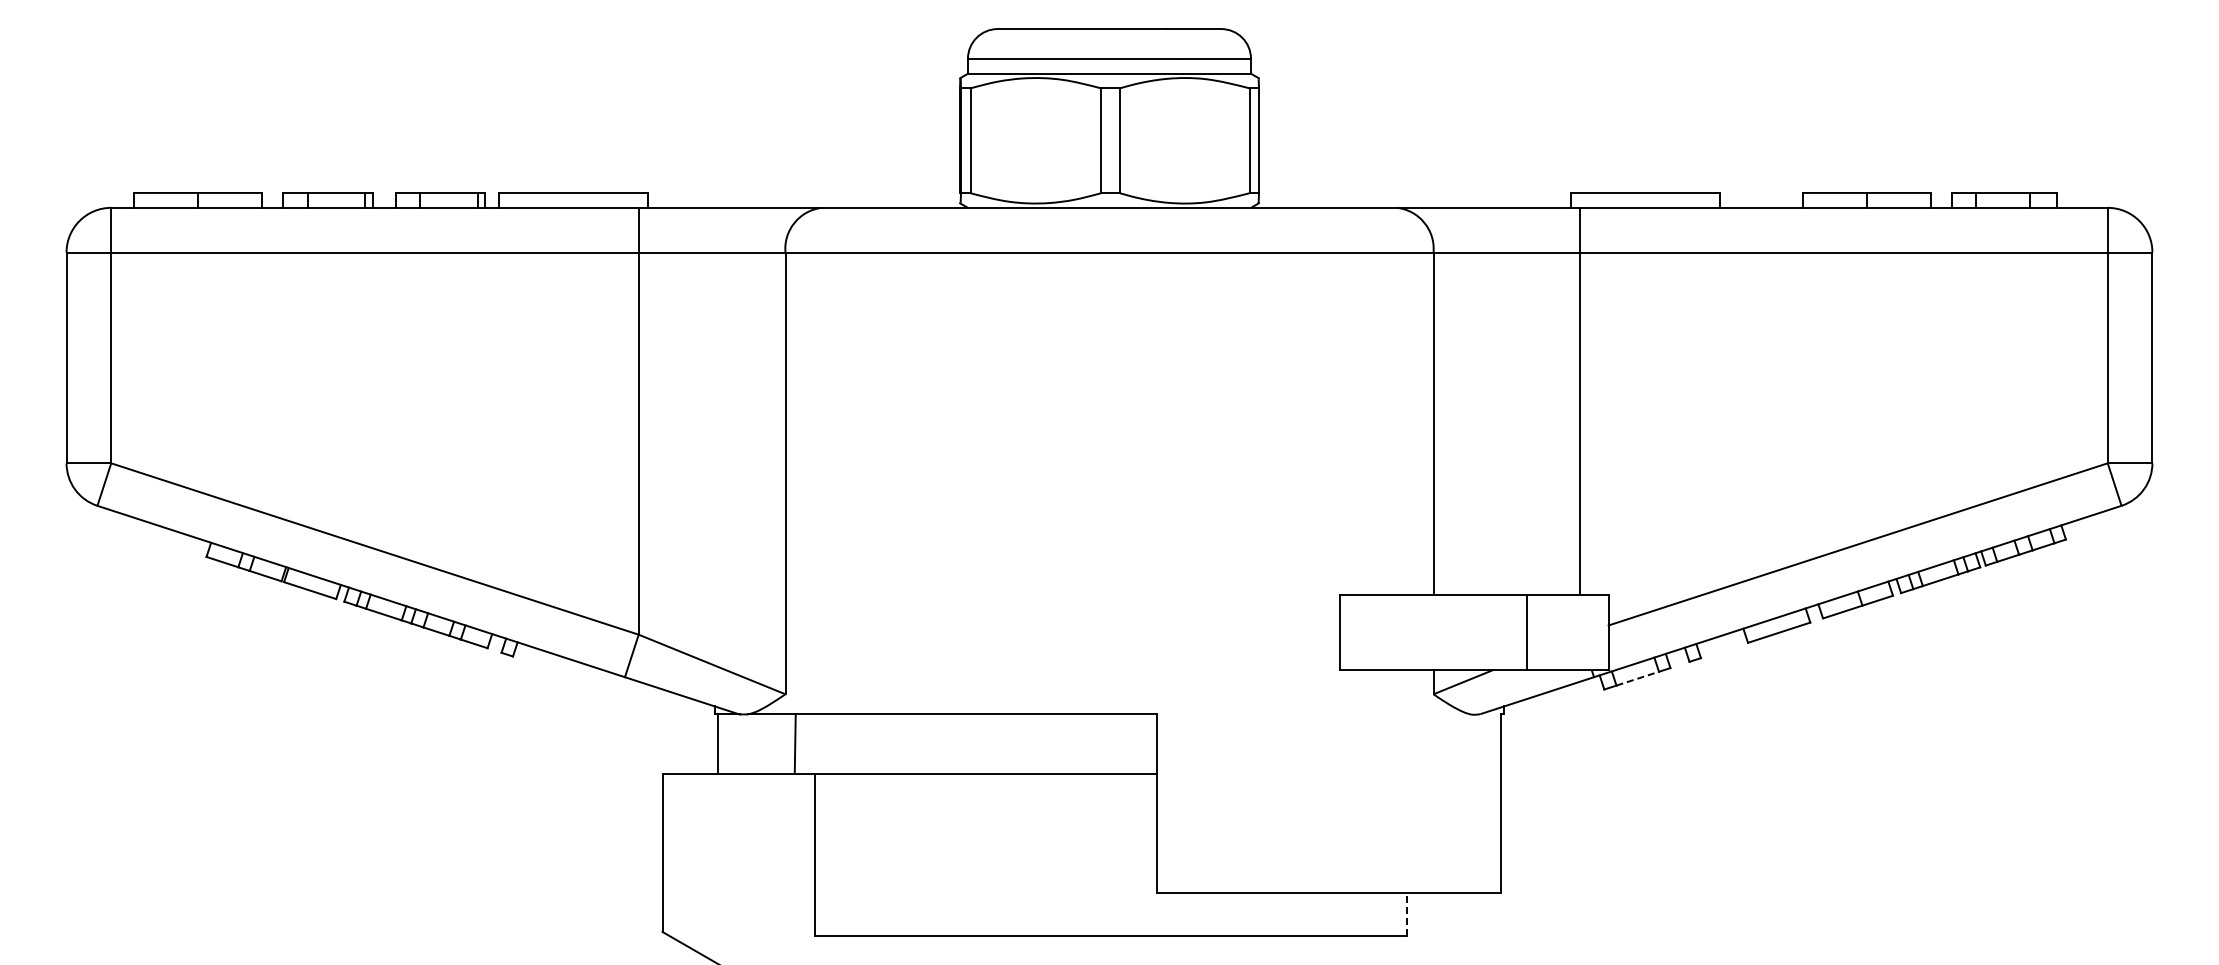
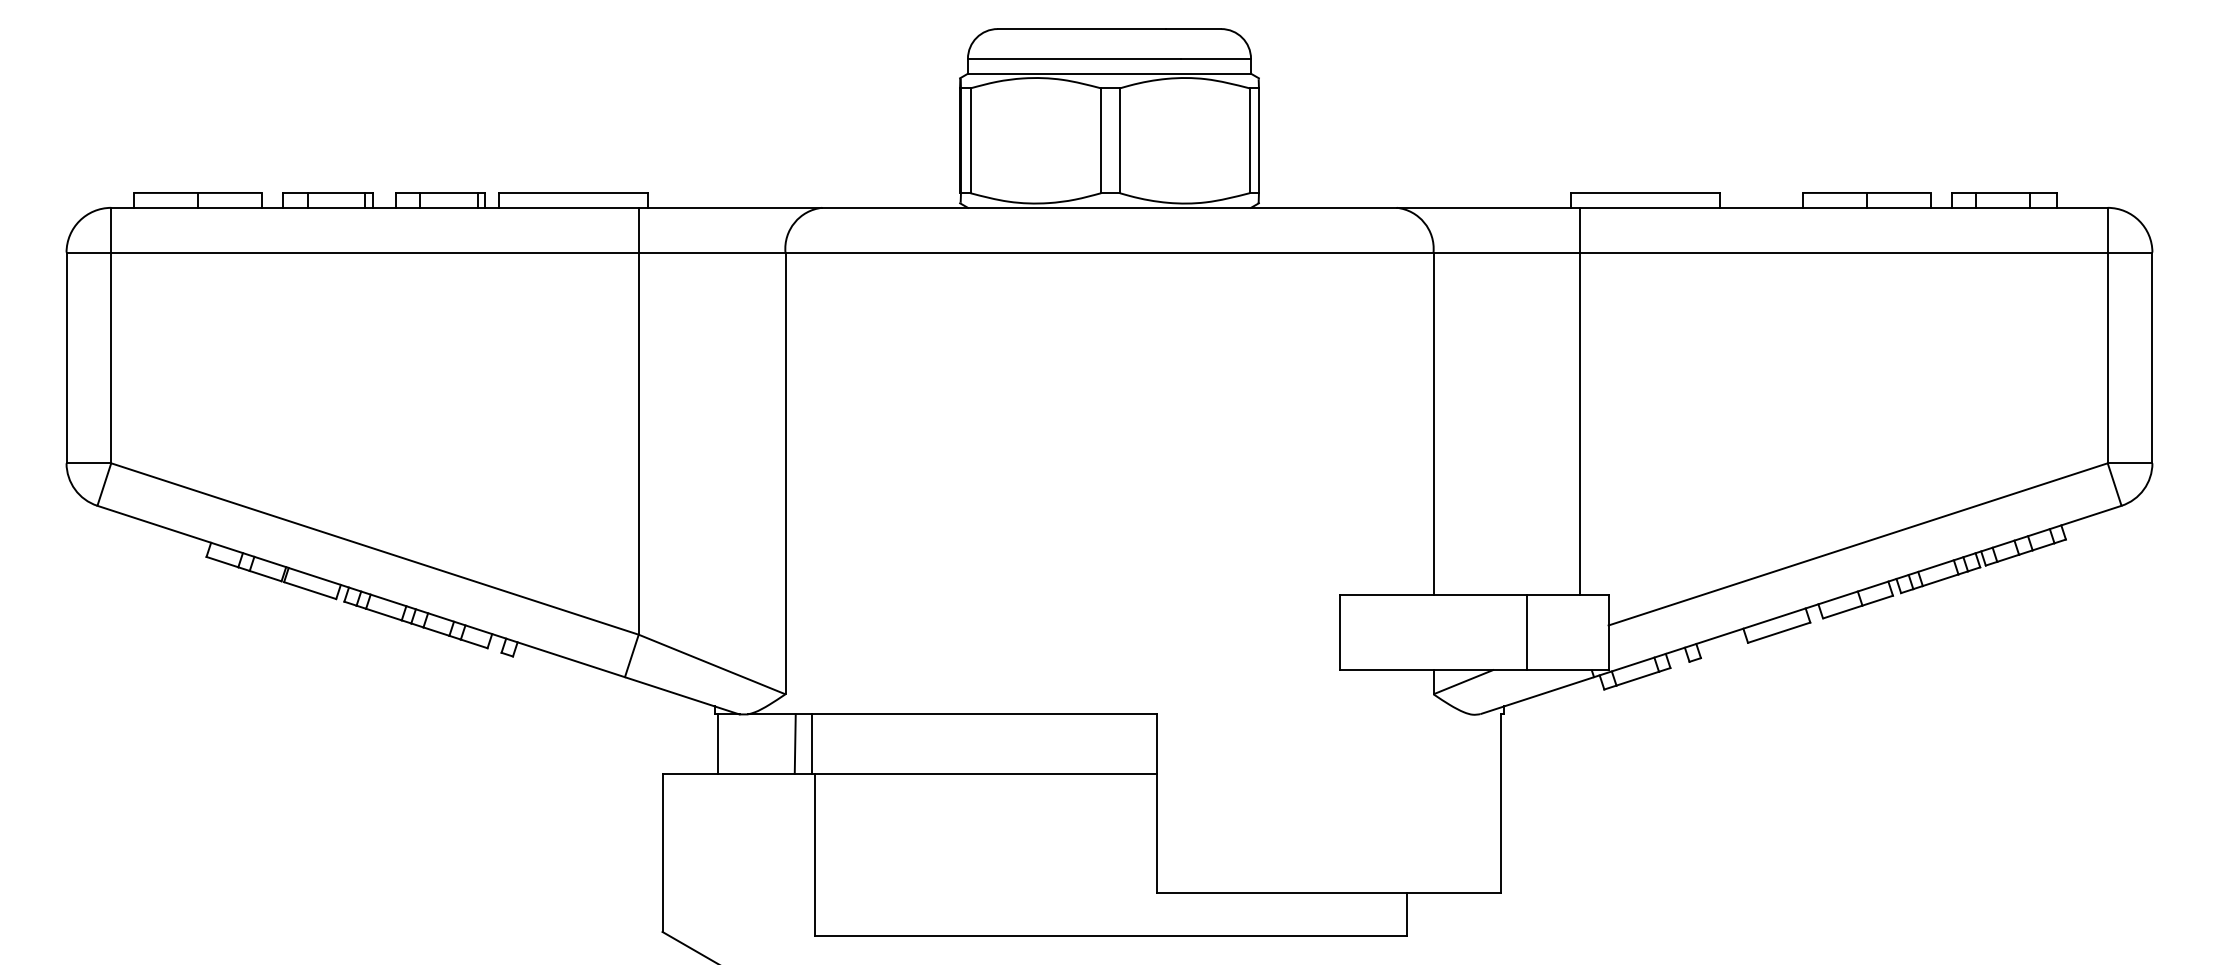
line at (1638, 678): dashed -> solid
line at (811, 744): none -> present
line at (1407, 914): dashed -> solid
